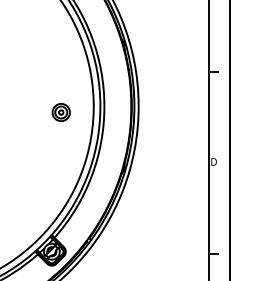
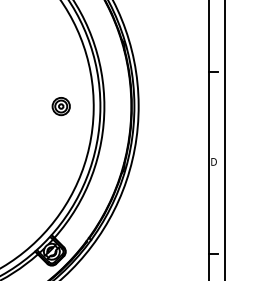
part at (60, 112) position: (60, 112) -> (60, 106)
line at (229, 139) position: (229, 139) -> (224, 139)
